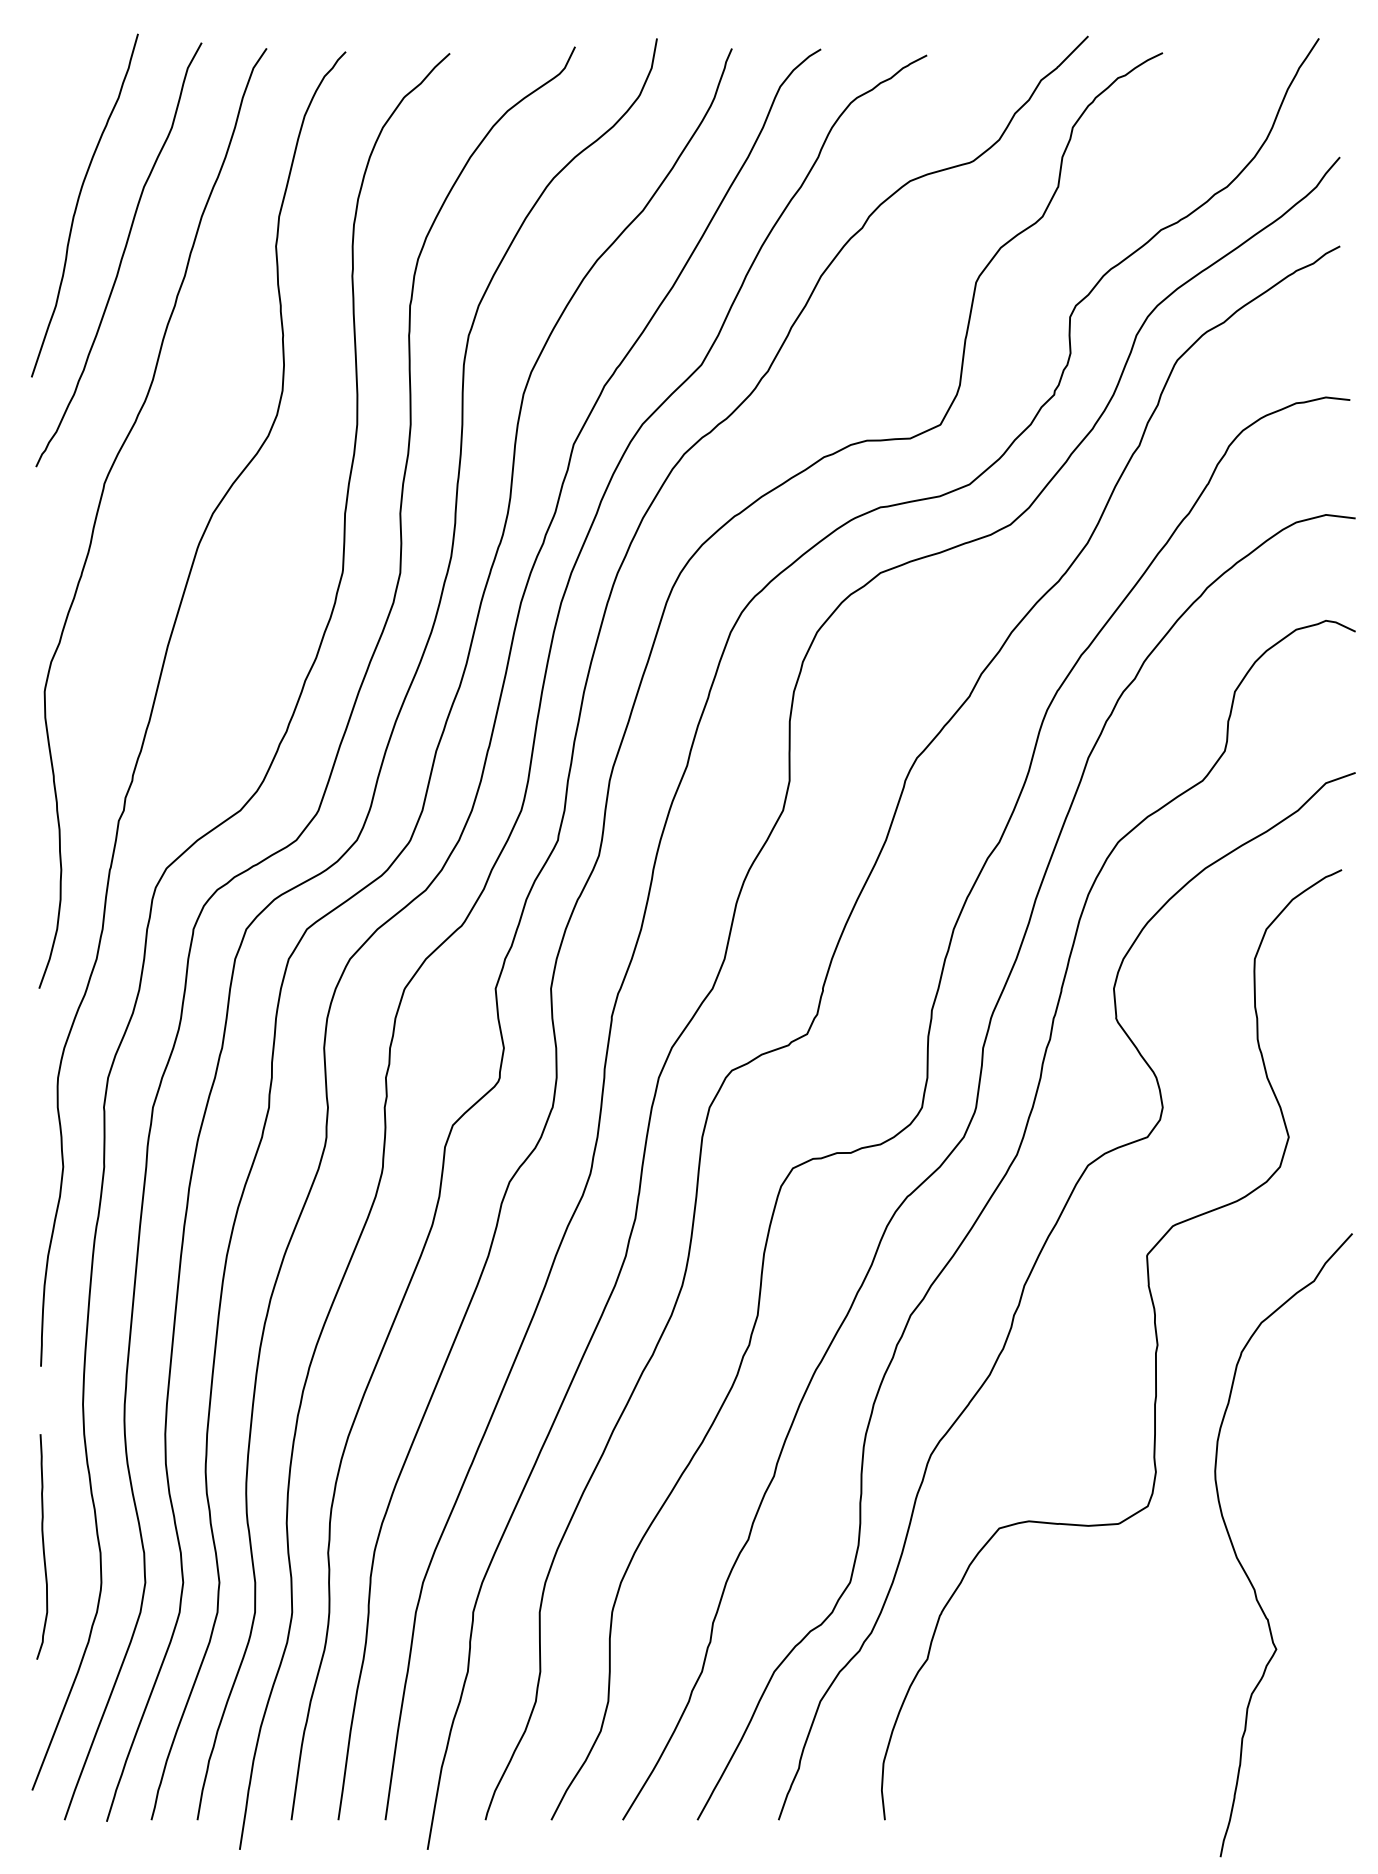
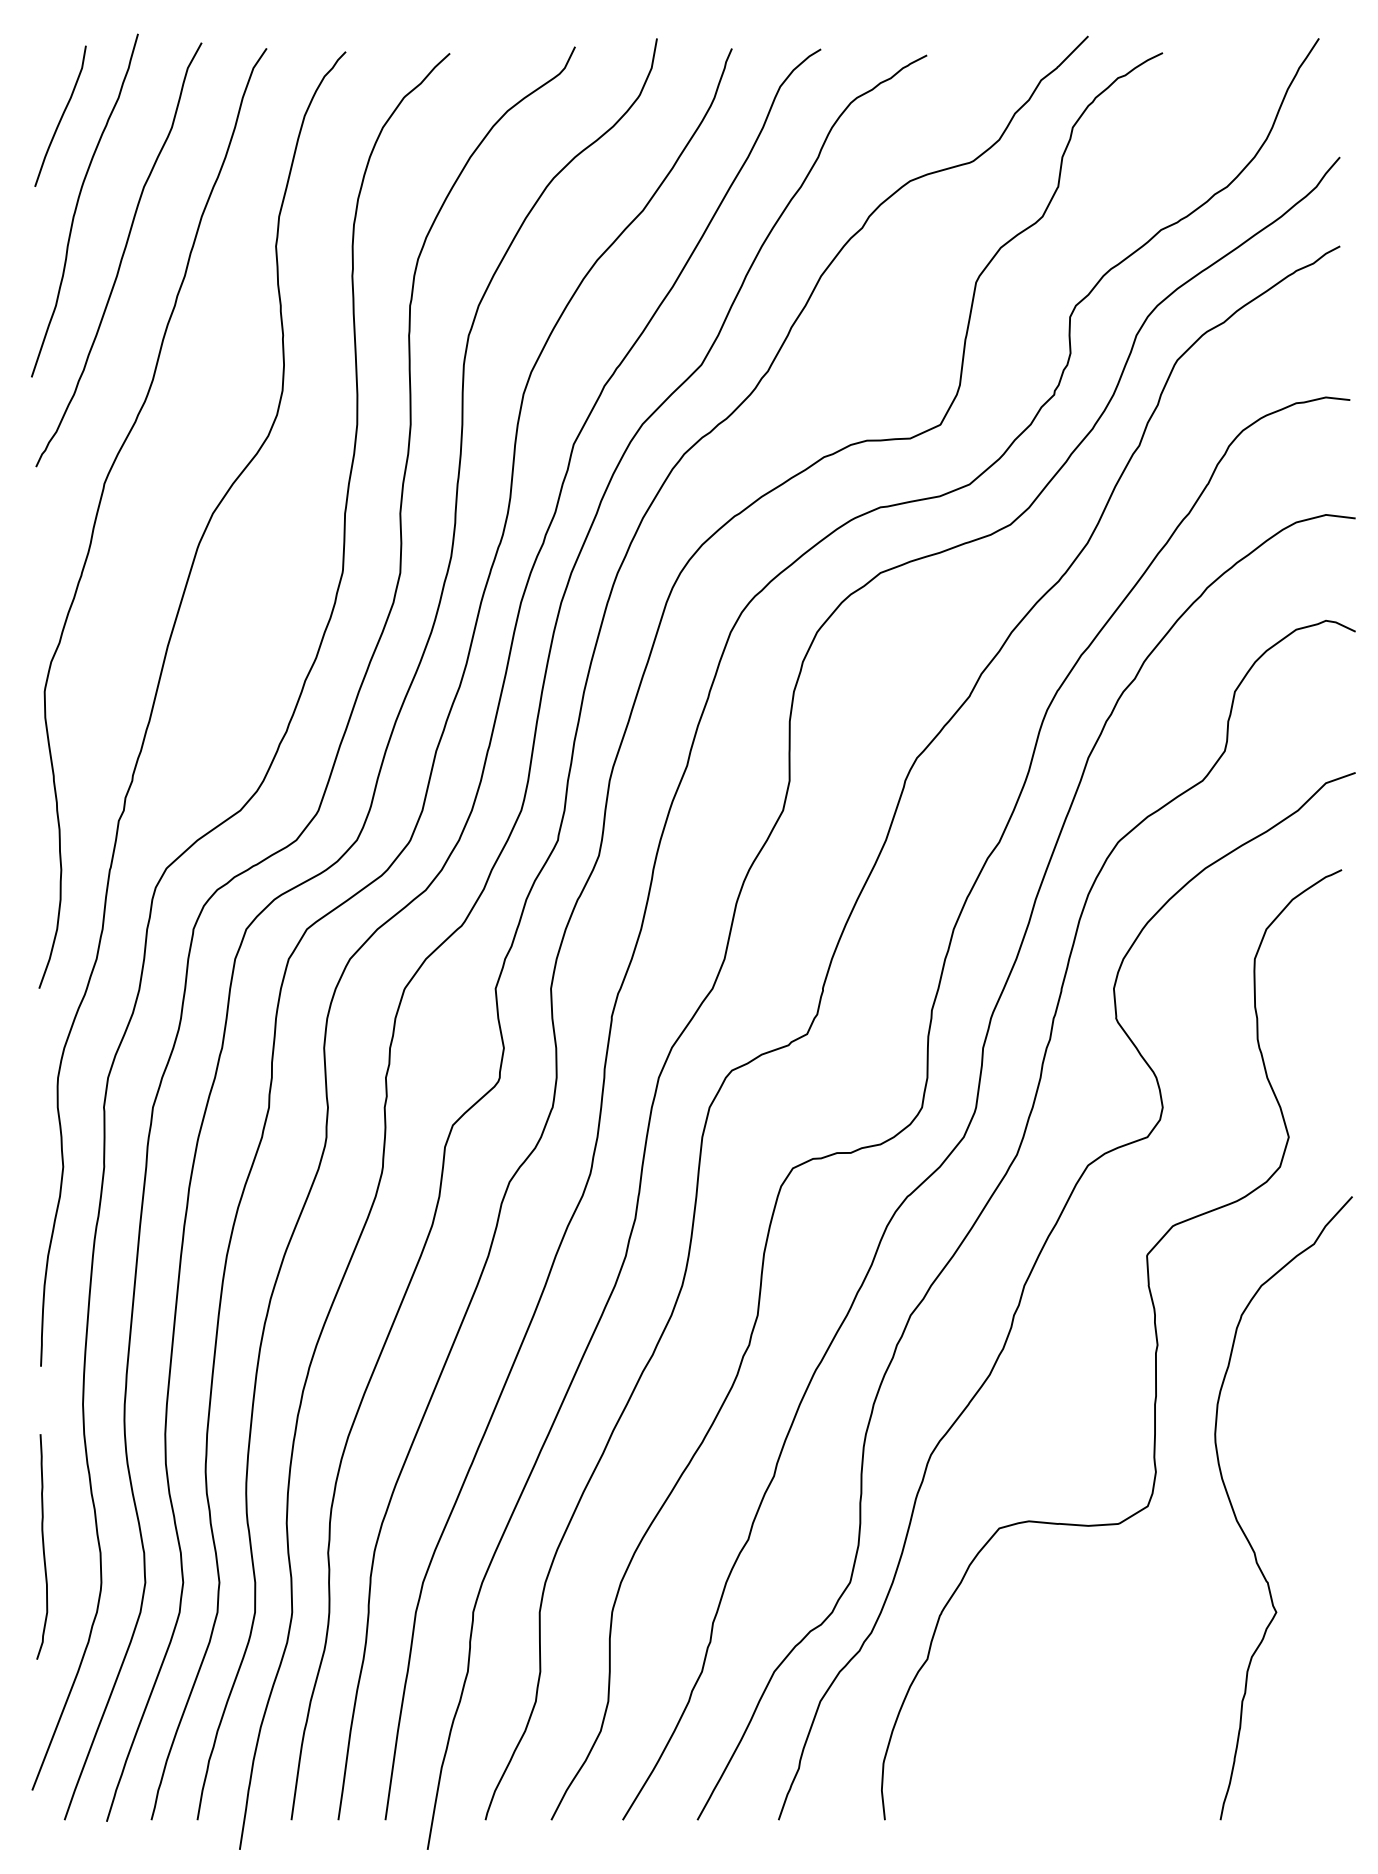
curve at (61, 115): none -> present
curve at (1245, 1570) position: (1245, 1570) -> (1245, 1533)
